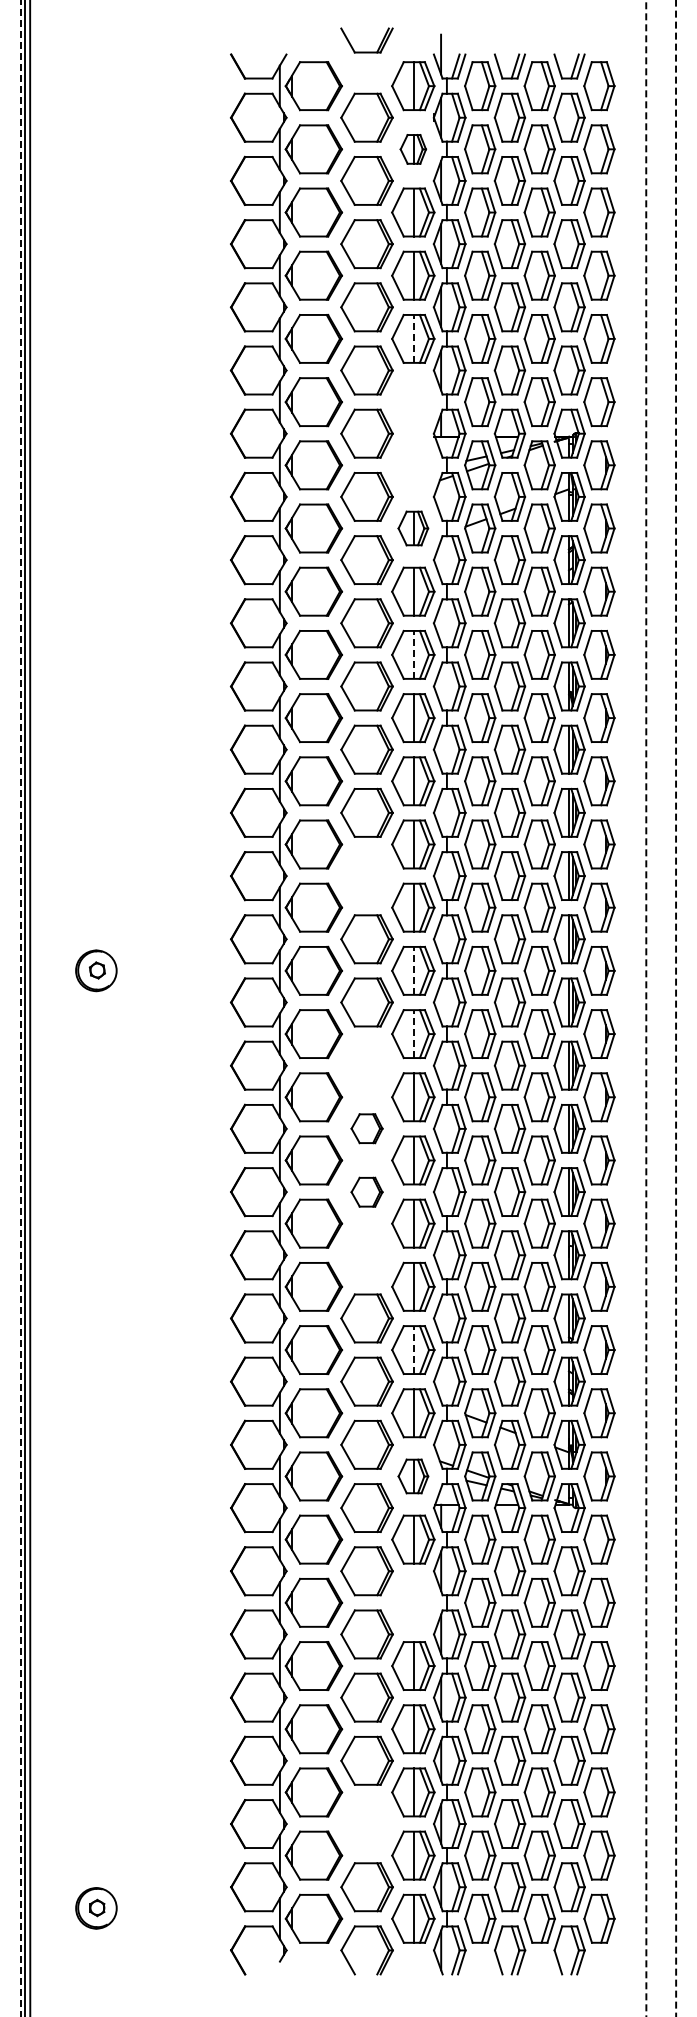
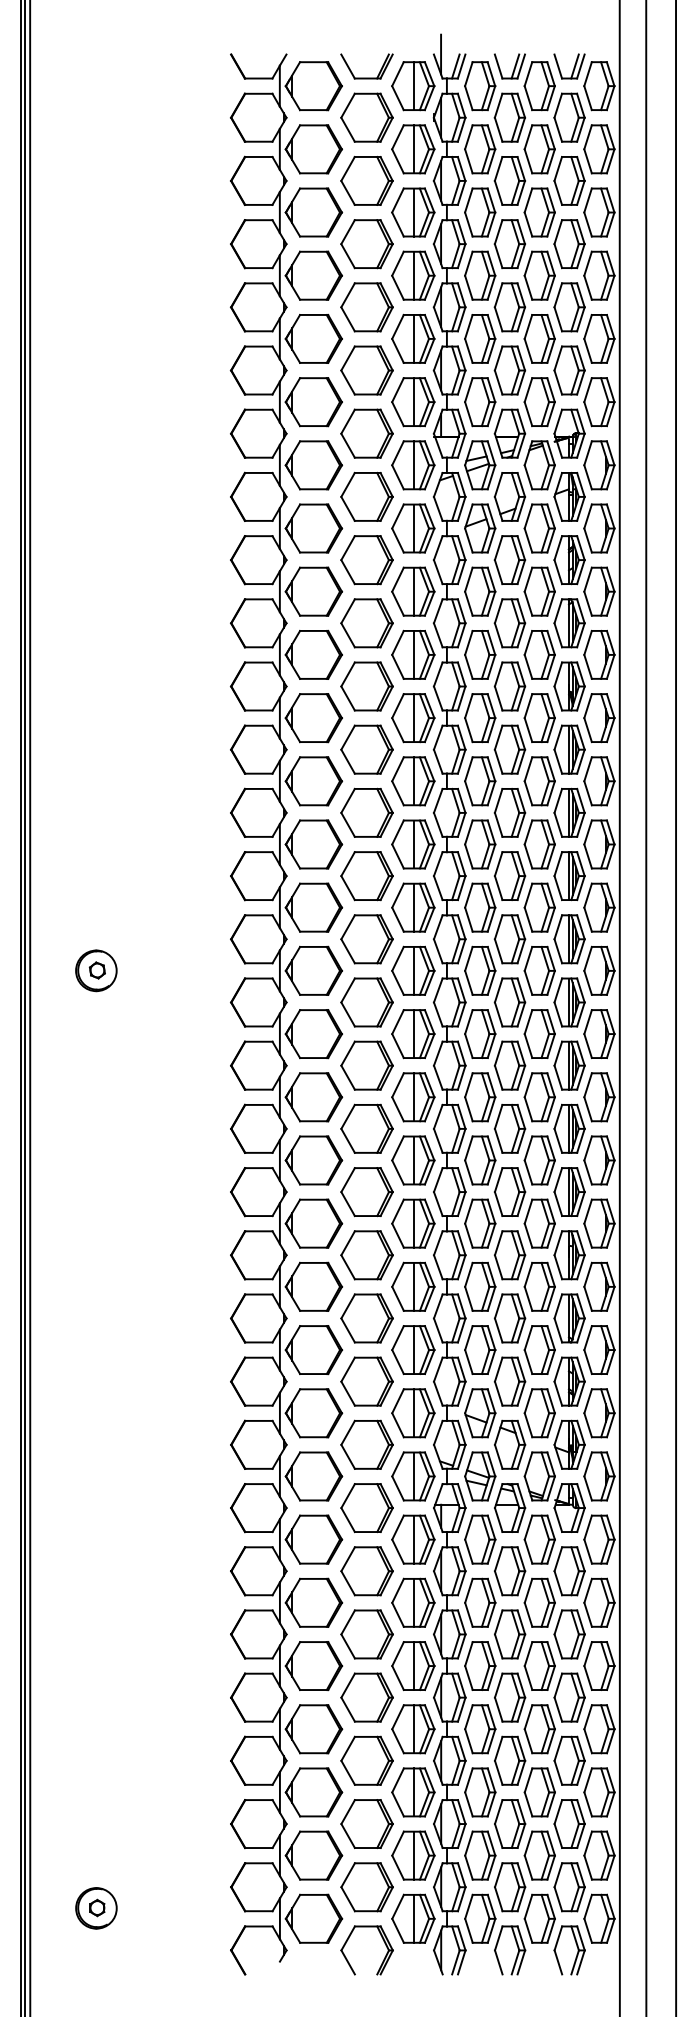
part at (366, 51) position: (366, 51) -> (366, 77)
part at (413, 149) size: 29x31 px -> 45x51 px
line at (413, 338): dashed -> solid
part at (413, 402): none -> present
part at (413, 465): none -> present
part at (413, 528) size: 33x37 px -> 45x51 px
line at (413, 654): dashed -> solid
part at (366, 876): none -> present
line at (413, 970): dashed -> solid
line at (619, 1007): none -> present
line at (676, 1007): dashed -> solid
line at (20, 1008): dashed -> solid
line at (646, 1008): dashed -> solid
line at (413, 1034): dashed -> solid
part at (366, 1065): none -> present
part at (366, 1128) size: 34x32 px -> 54x51 px
part at (366, 1191) size: 34x32 px -> 54x51 px
part at (366, 1255): none -> present
line at (413, 1350): dashed -> solid
part at (413, 1476) size: 33x37 px -> 45x51 px
part at (413, 1602): none -> present
part at (366, 1823): none -> present
